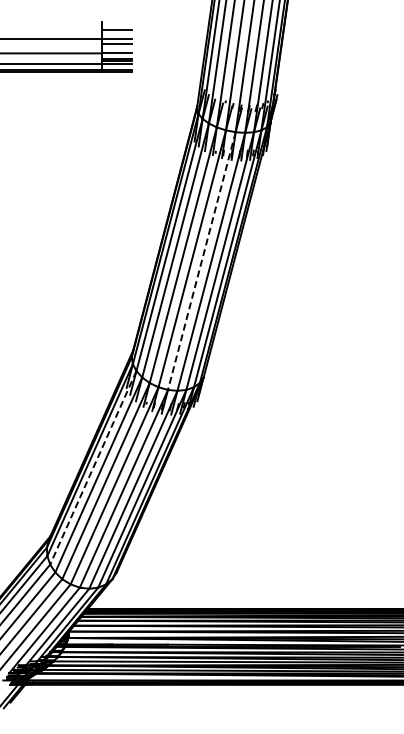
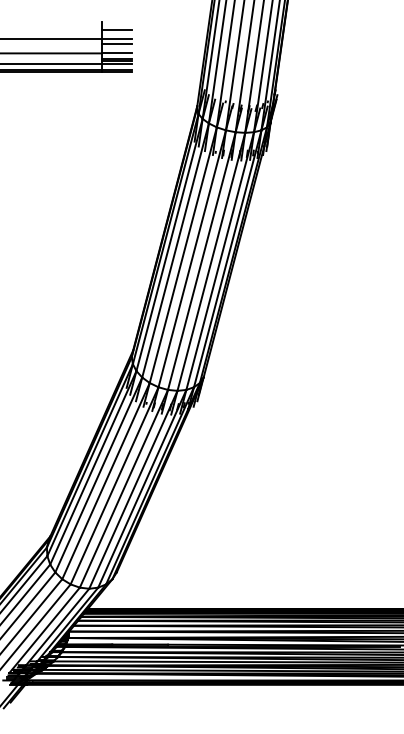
line at (201, 261): dashed -> solid
line at (93, 467): dashed -> solid
